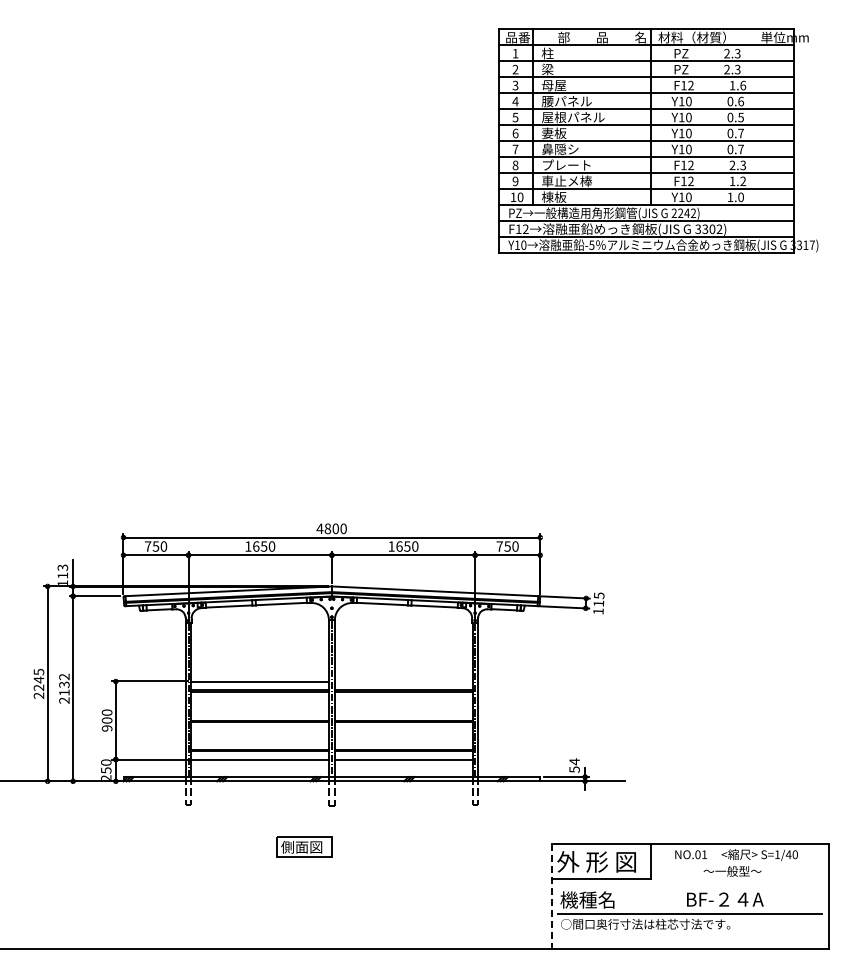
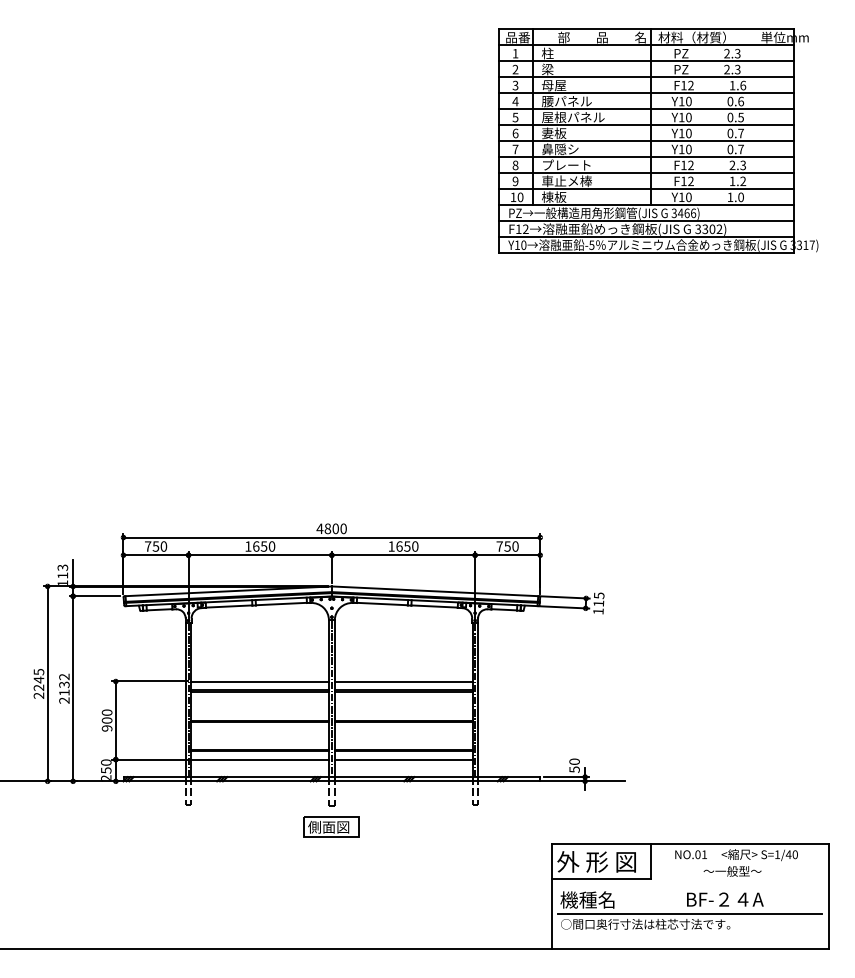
text at (683, 213): 2242) -> 3466)
line at (403, 681): none -> present
text at (574, 761): 54 -> 50
part at (304, 846) position: (304, 846) -> (331, 826)
line at (551, 897): dashed -> solid
